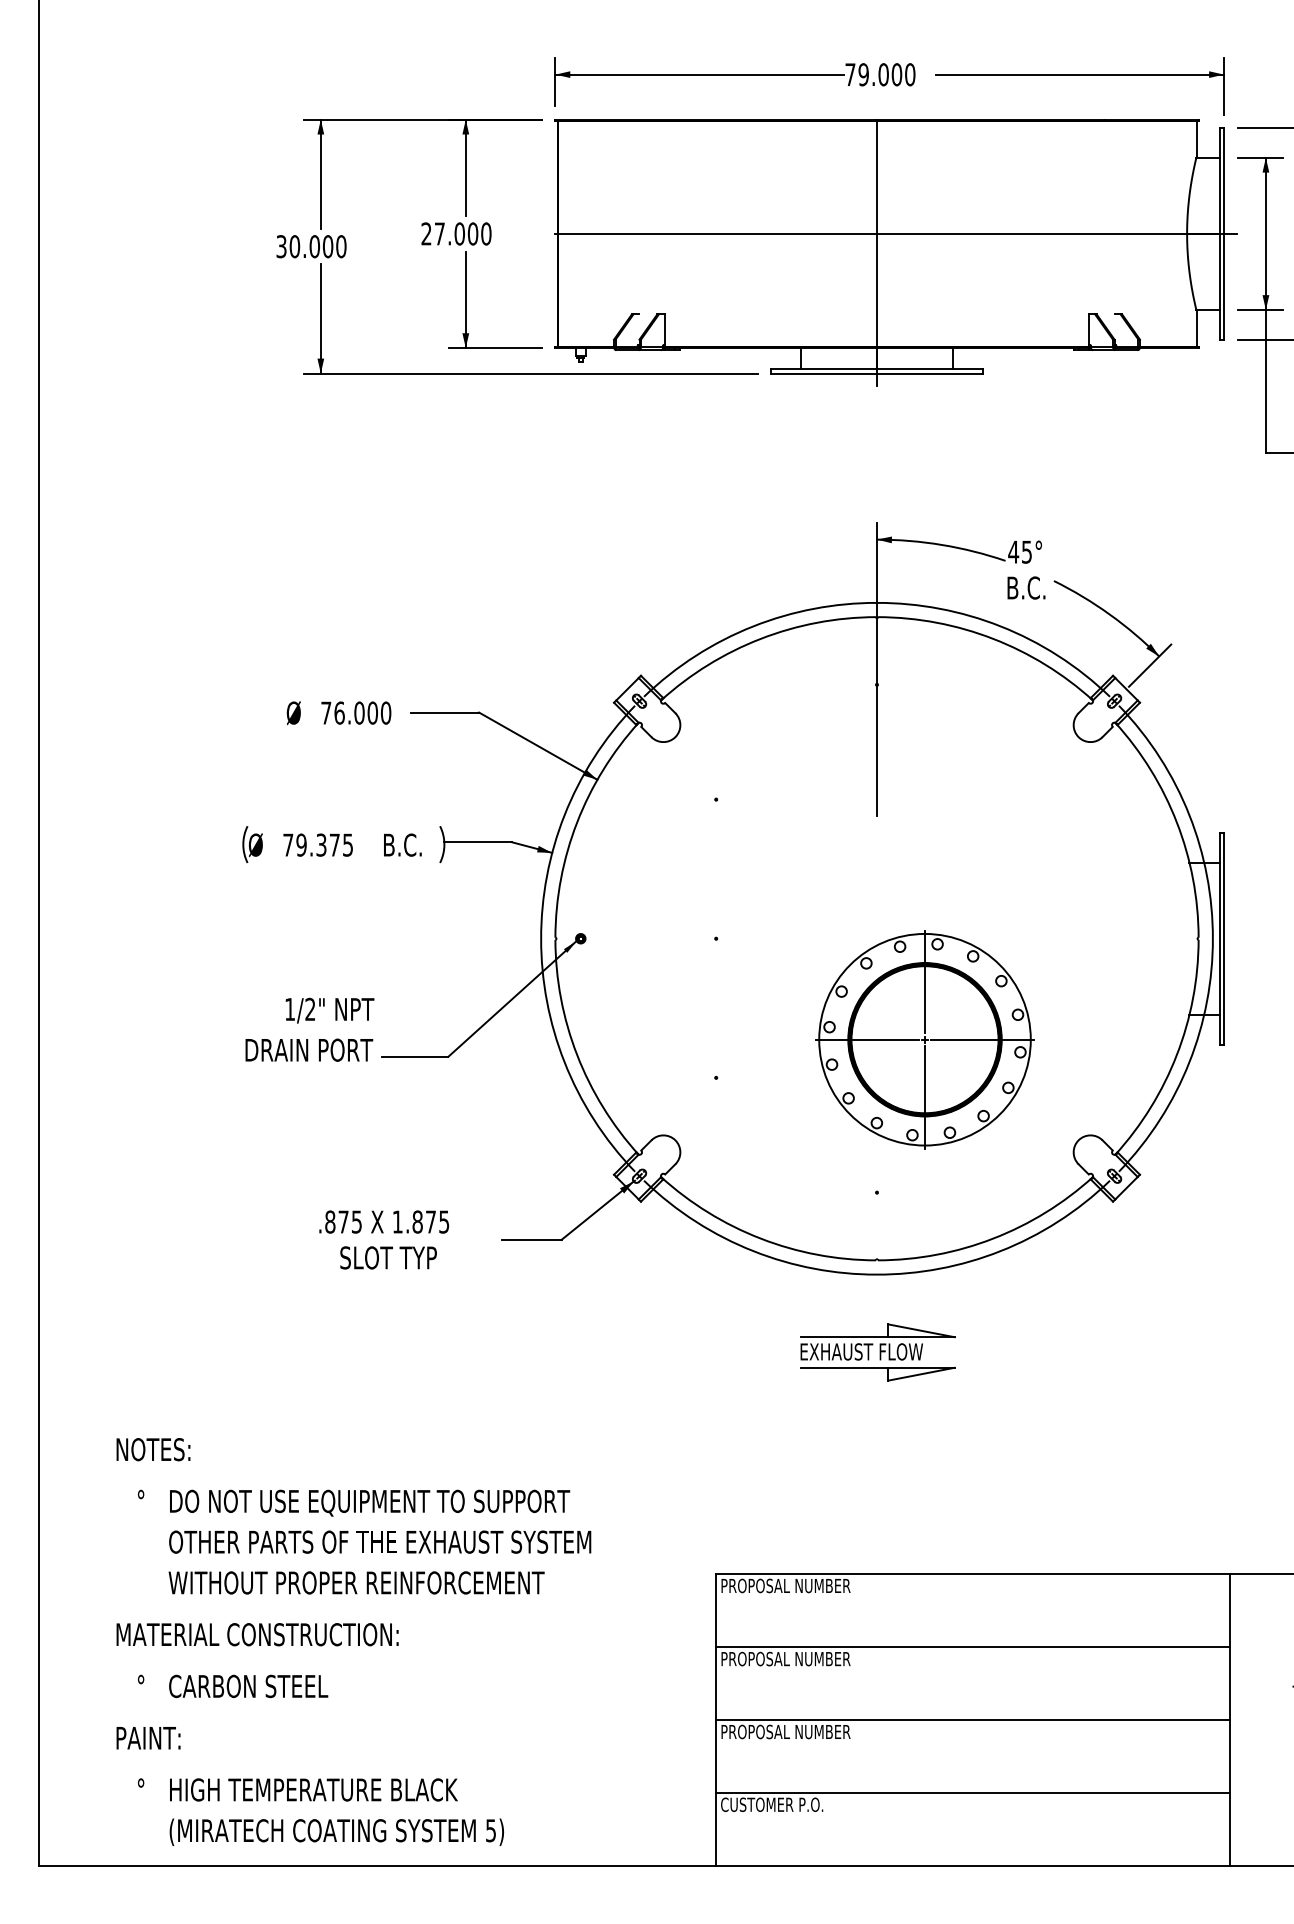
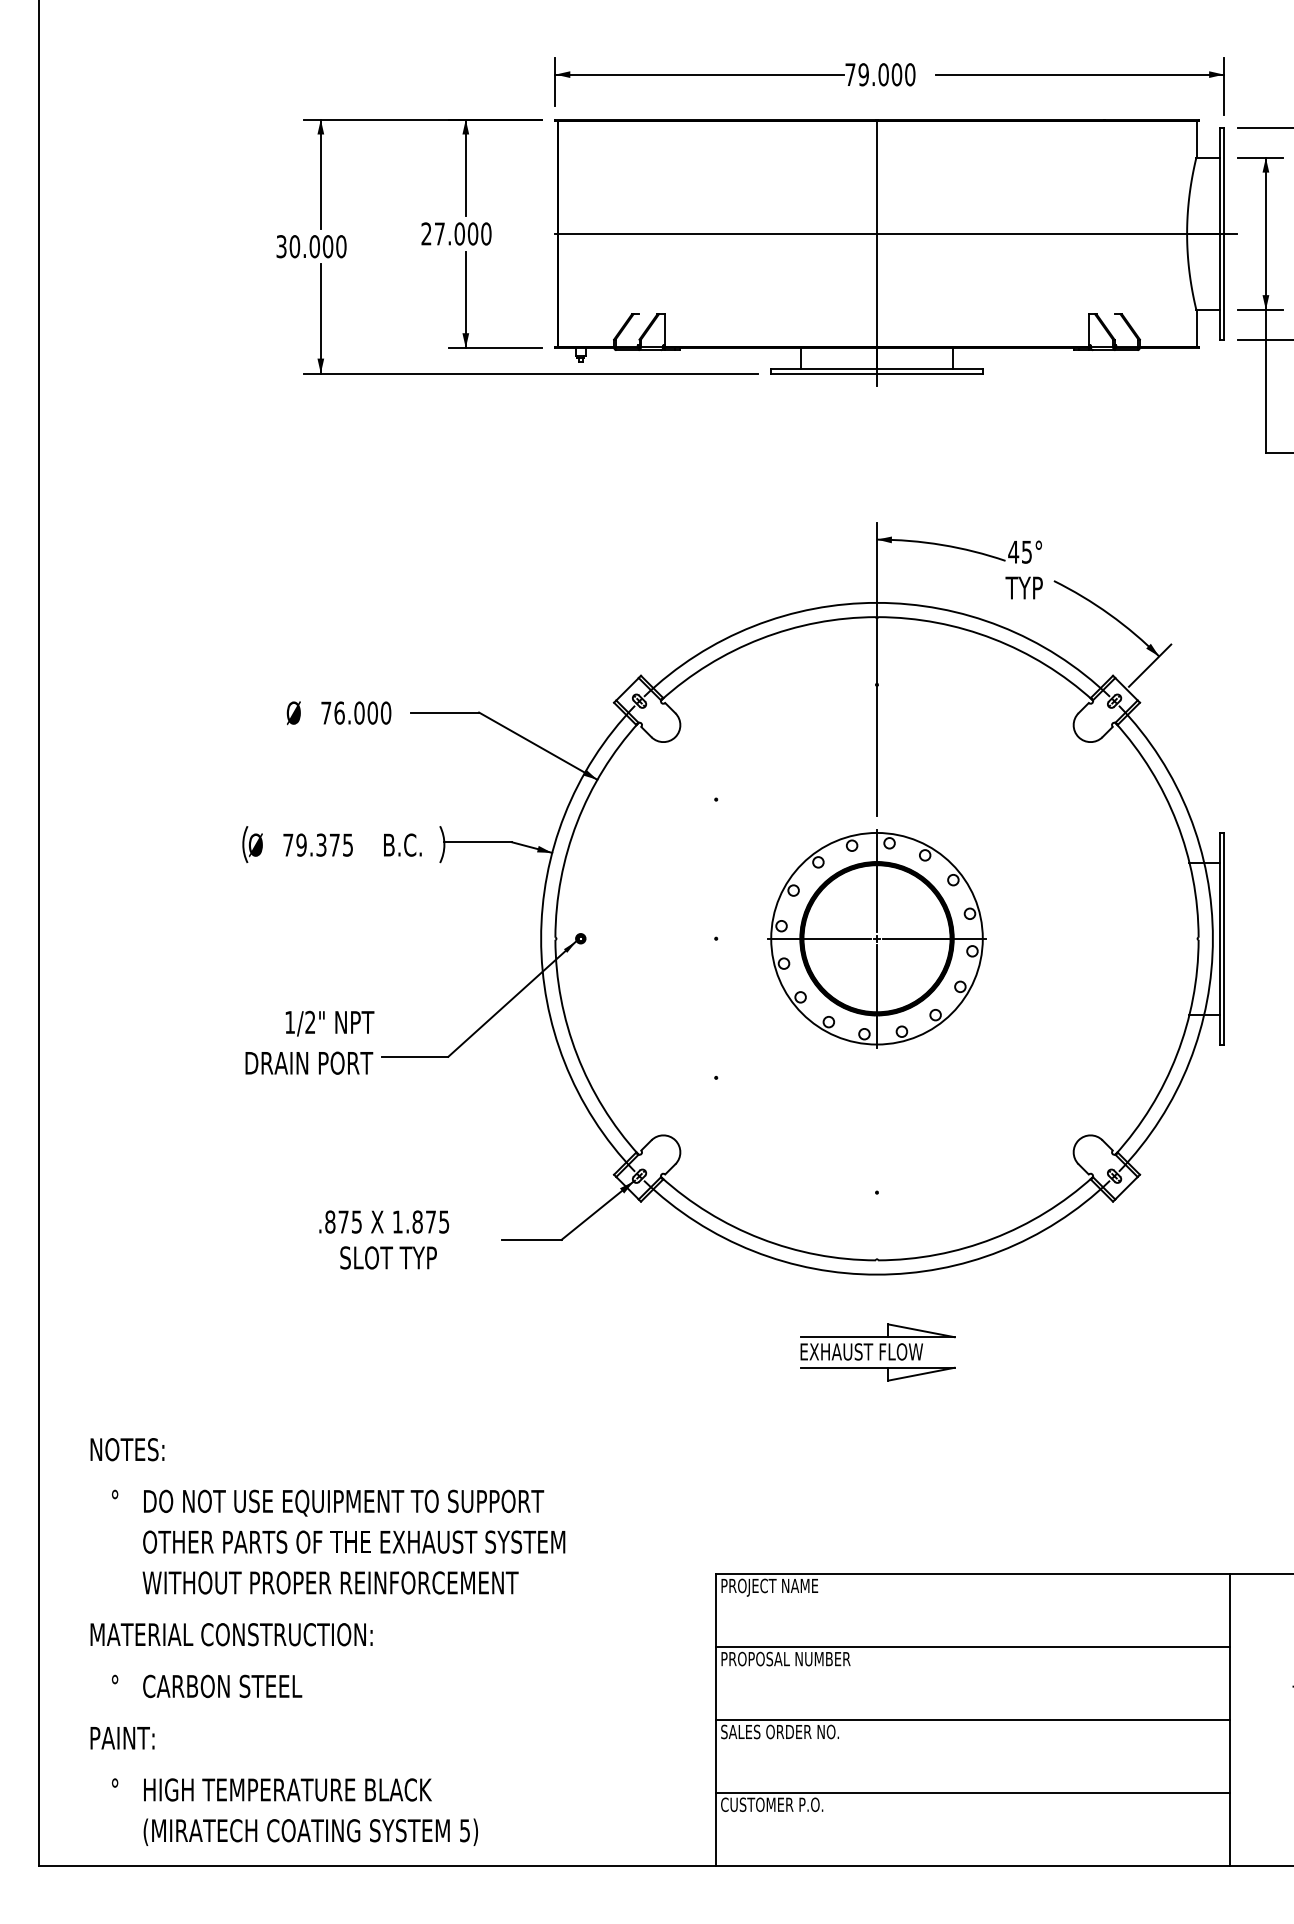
text at (1025, 587): B.C. -> TYP
text at (309, 1029) position: (309, 1029) -> (309, 1042)
part at (924, 1039) position: (924, 1039) -> (876, 938)
text at (798, 1587): PROPOSAL NUMBER -> PROJECT NAME
text at (353, 1641) position: (353, 1641) -> (327, 1641)
text at (785, 1731): PROPOSAL NUMBER -> SALES ORDER NO.
